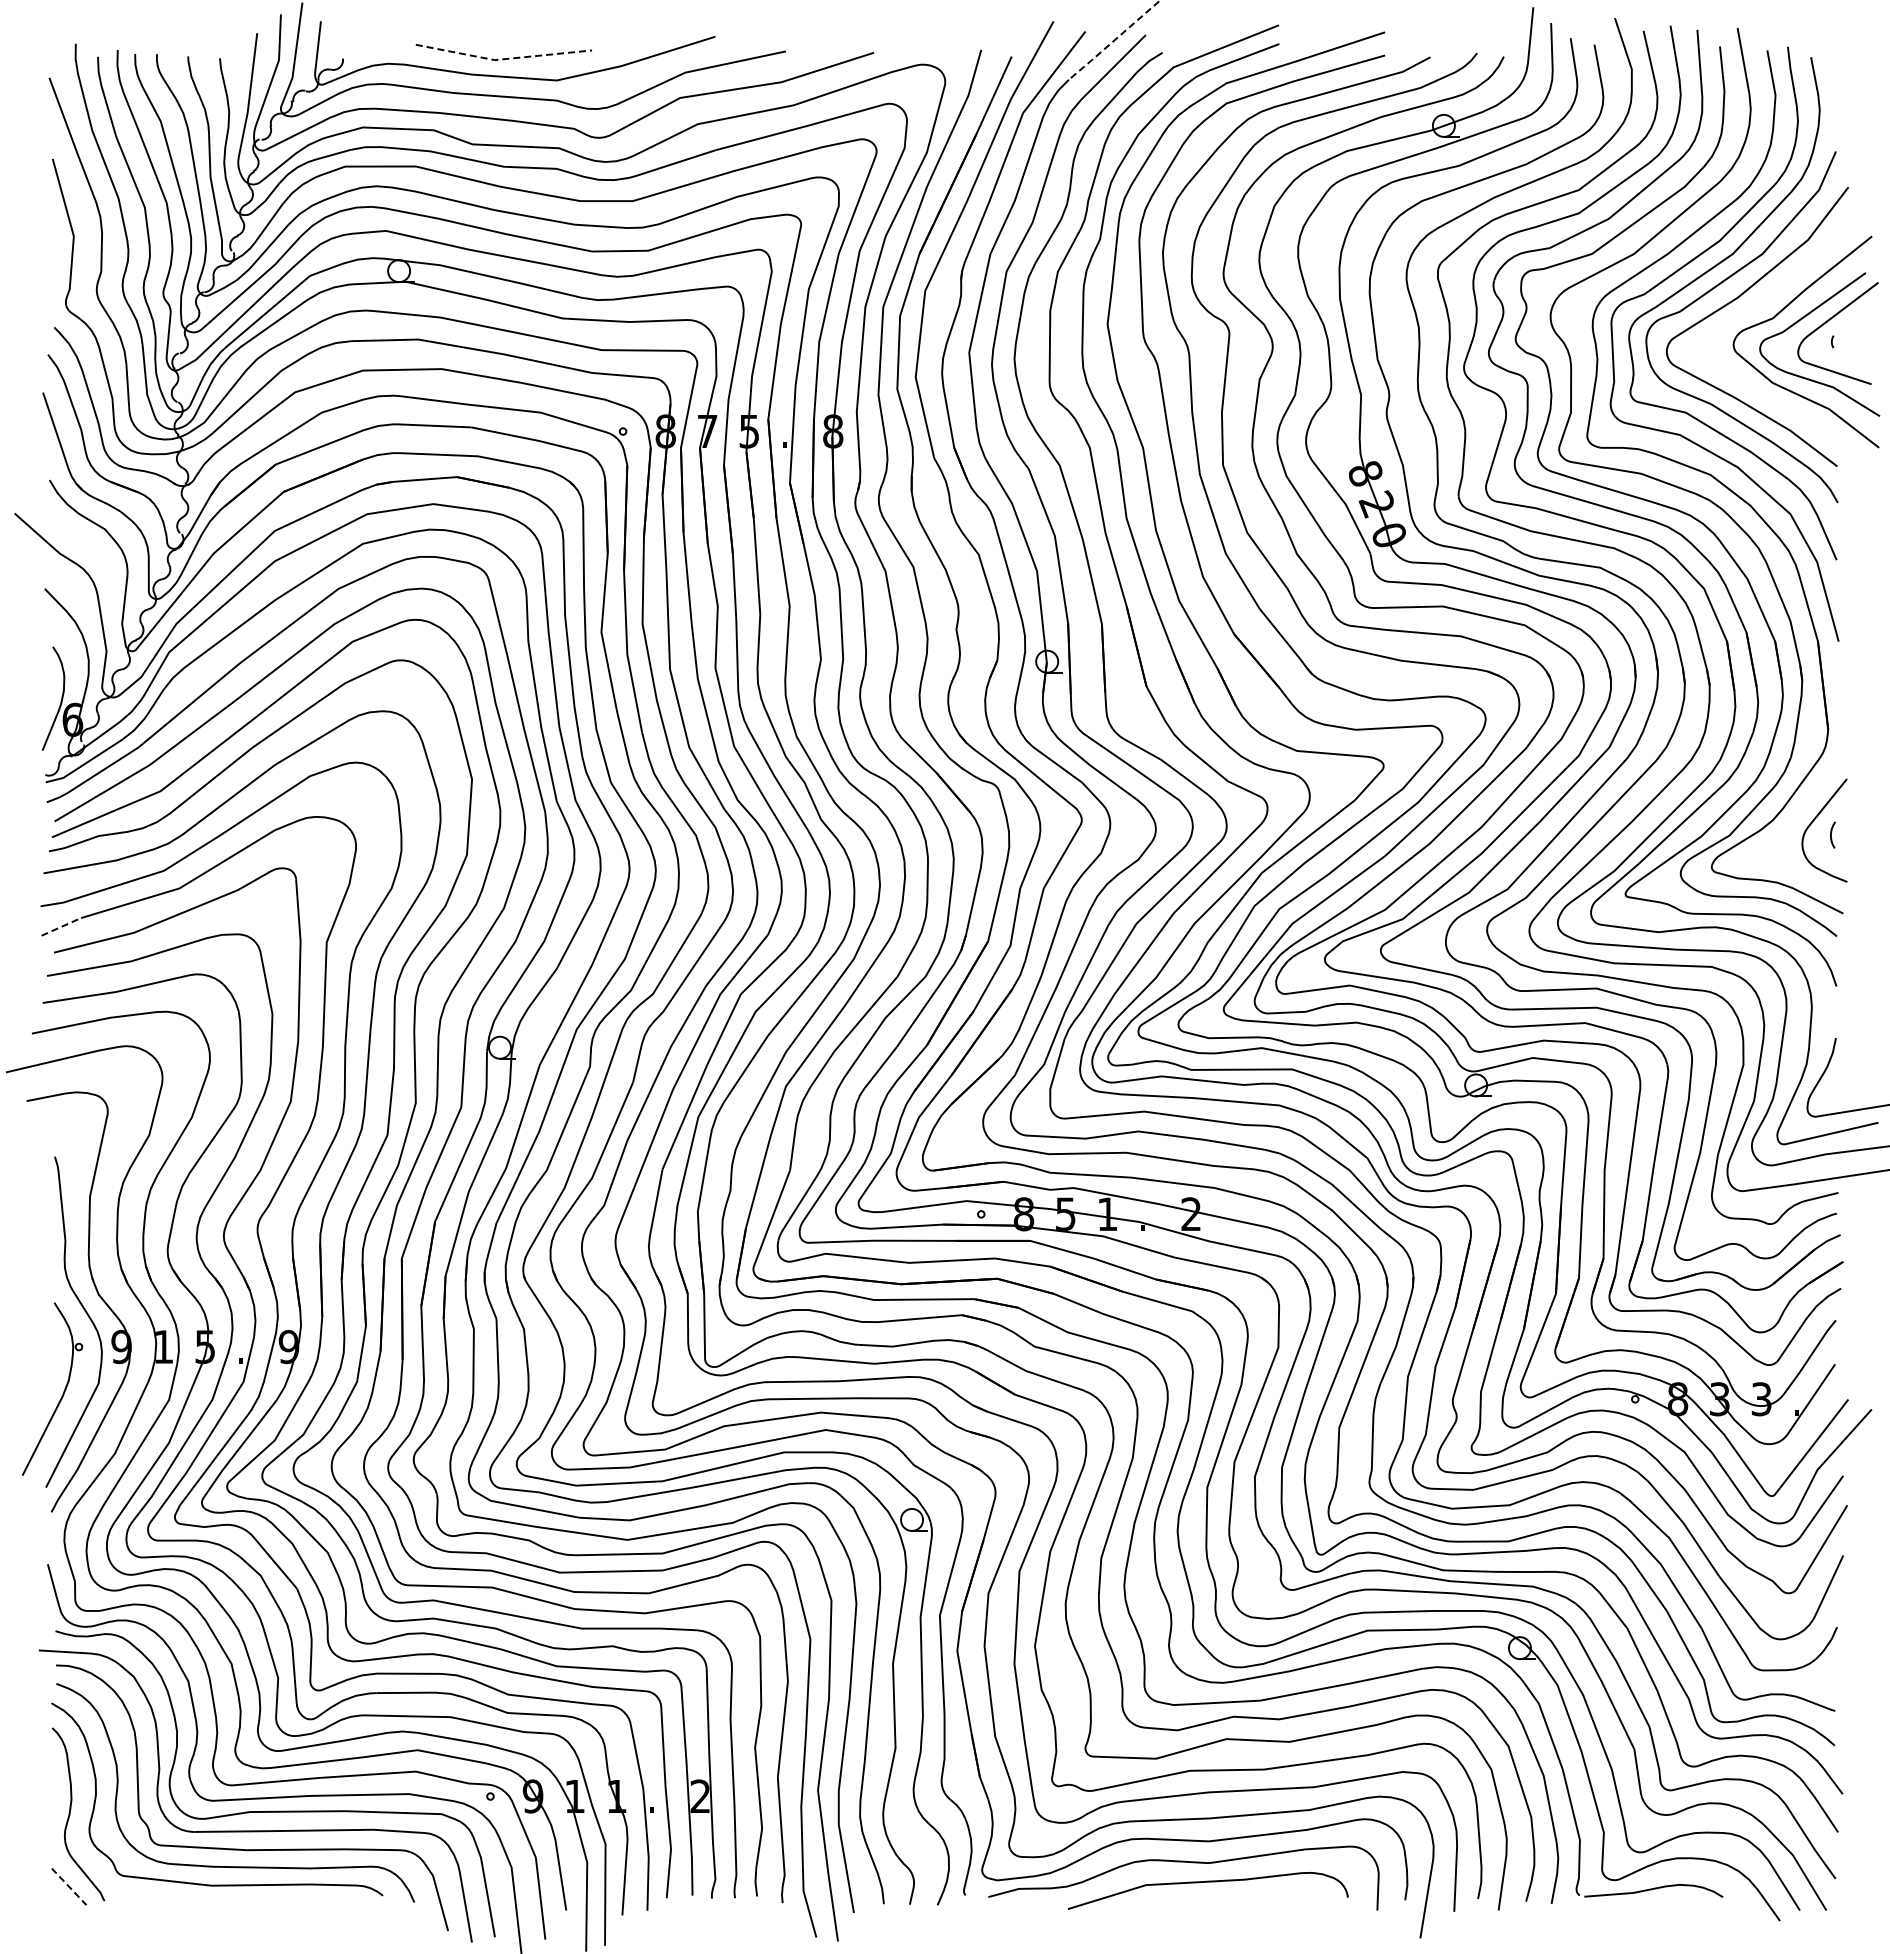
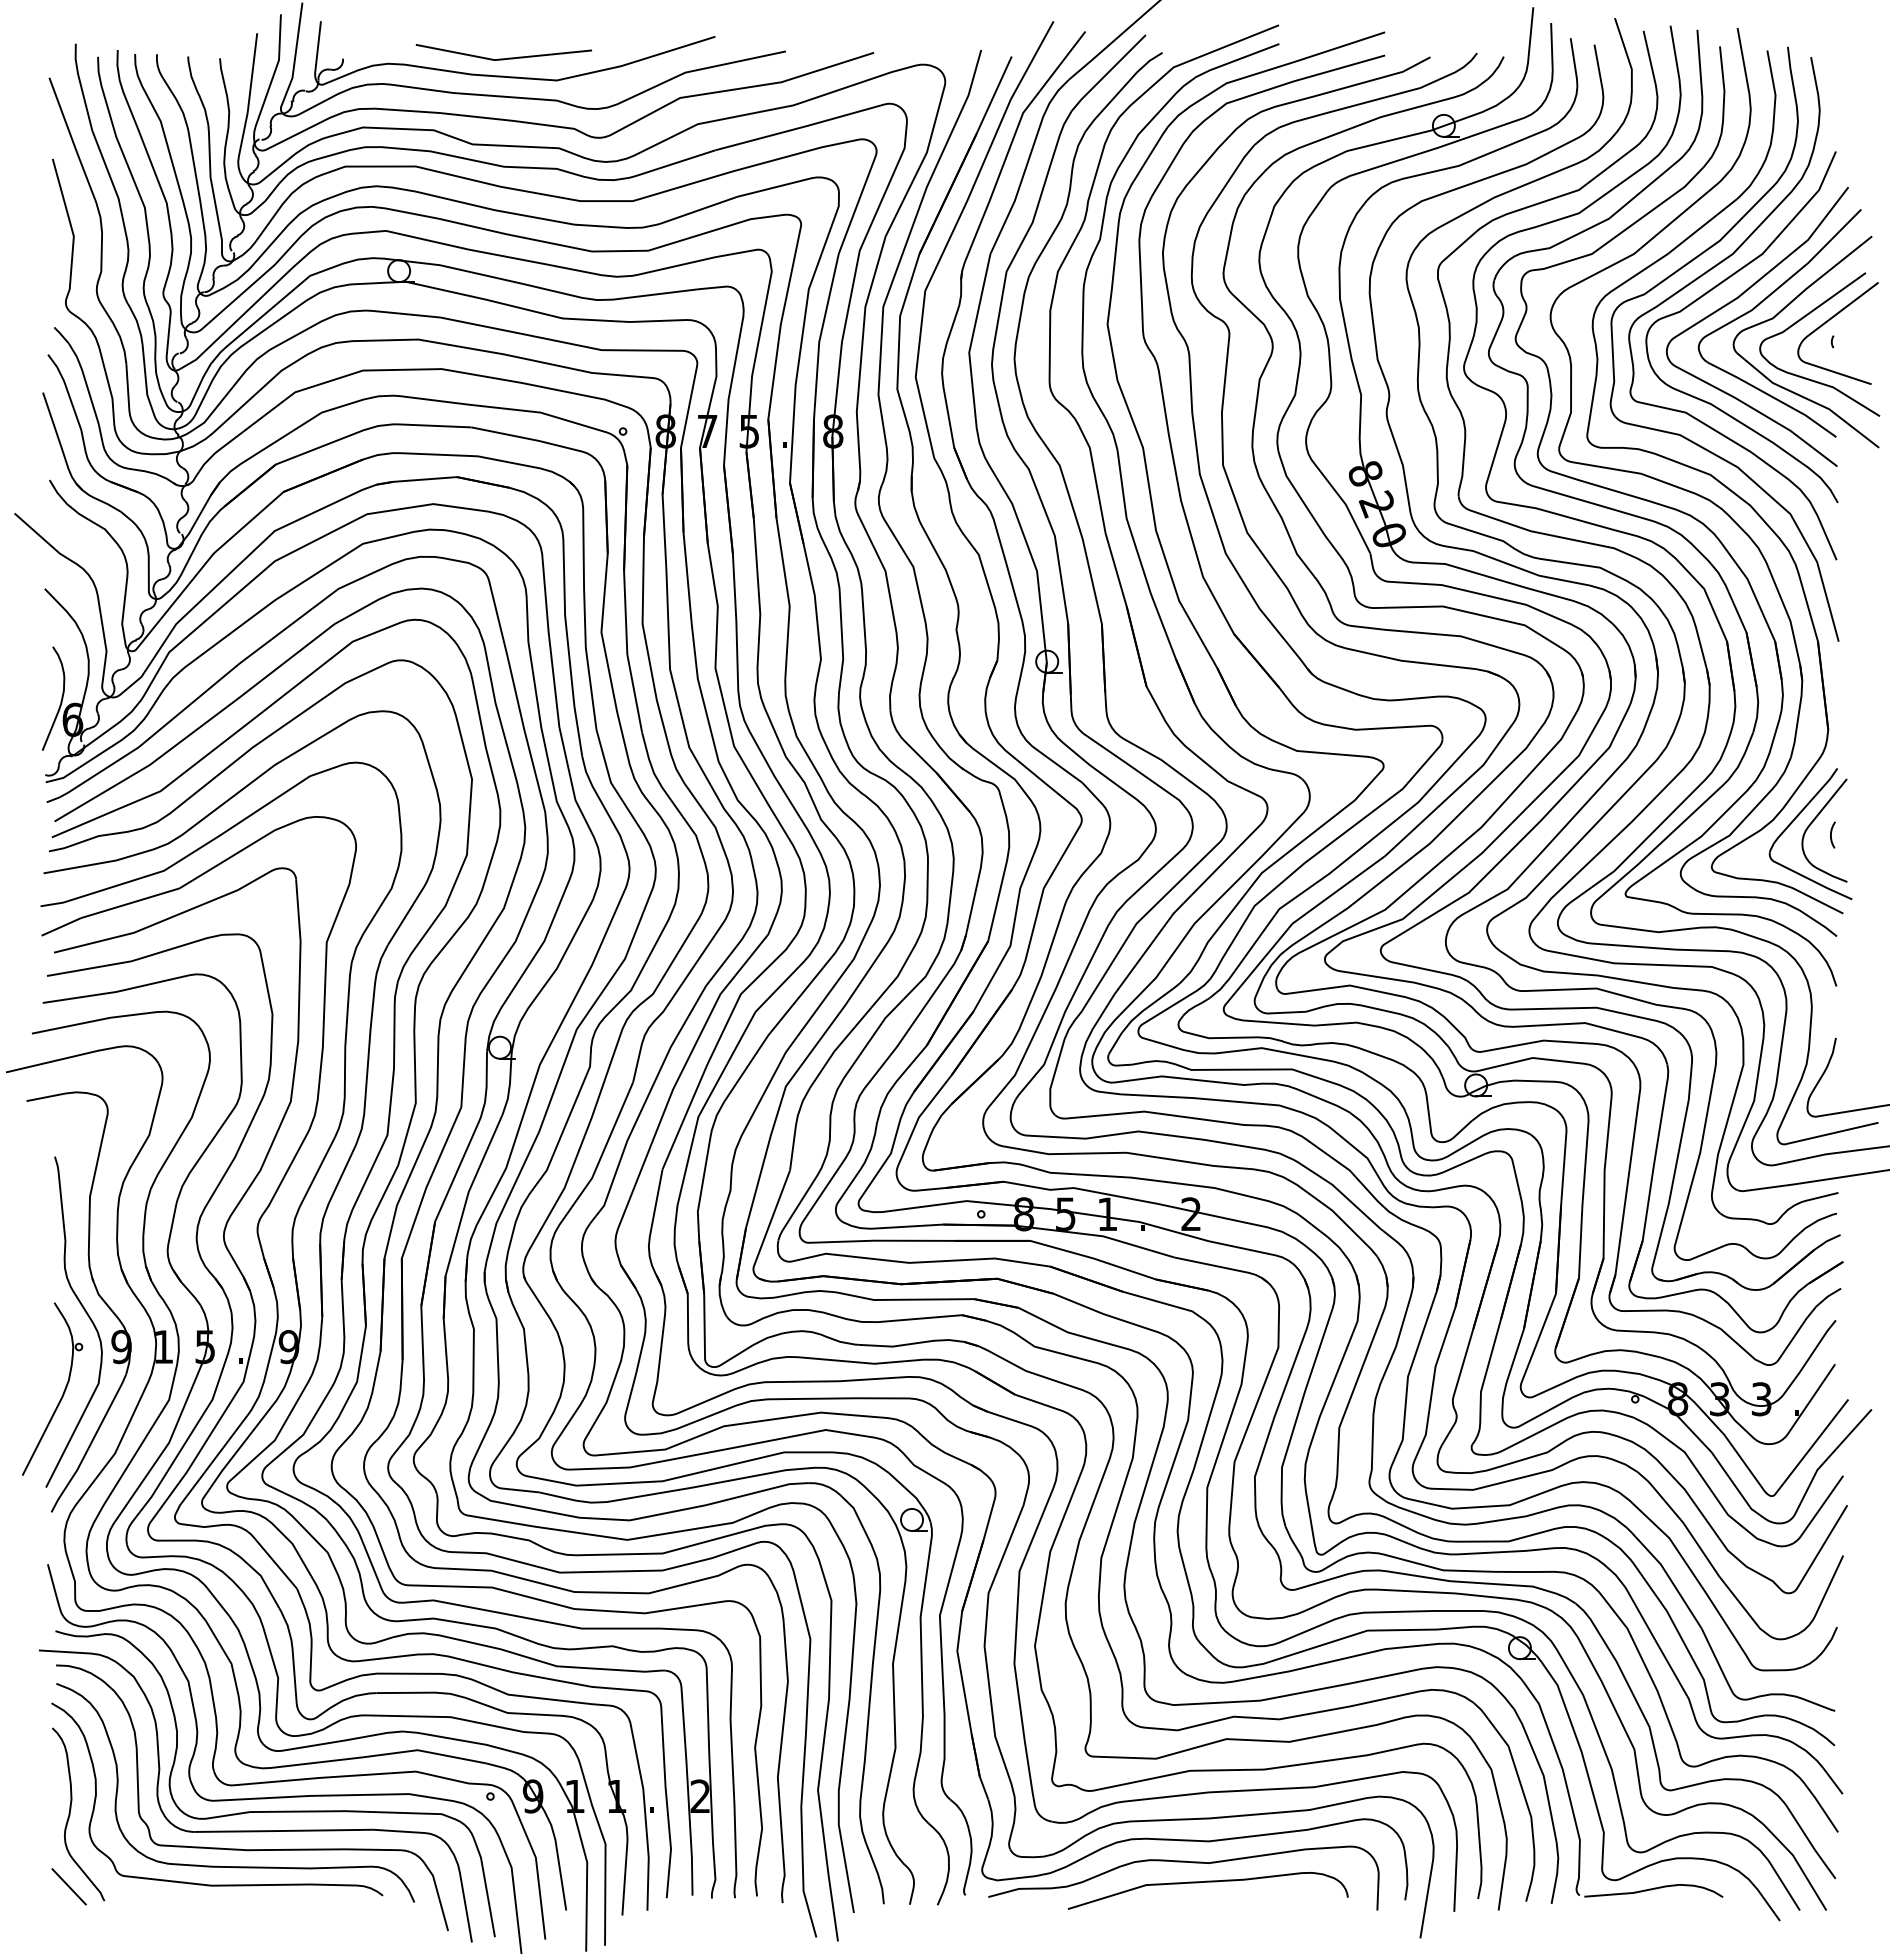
line at (1113, 41): dashed -> solid
line at (502, 59): dashed -> solid
part at (1760, 304): none -> present
part at (1792, 823): none -> present
line at (61, 926): dashed -> solid
line at (69, 1887): dashed -> solid
